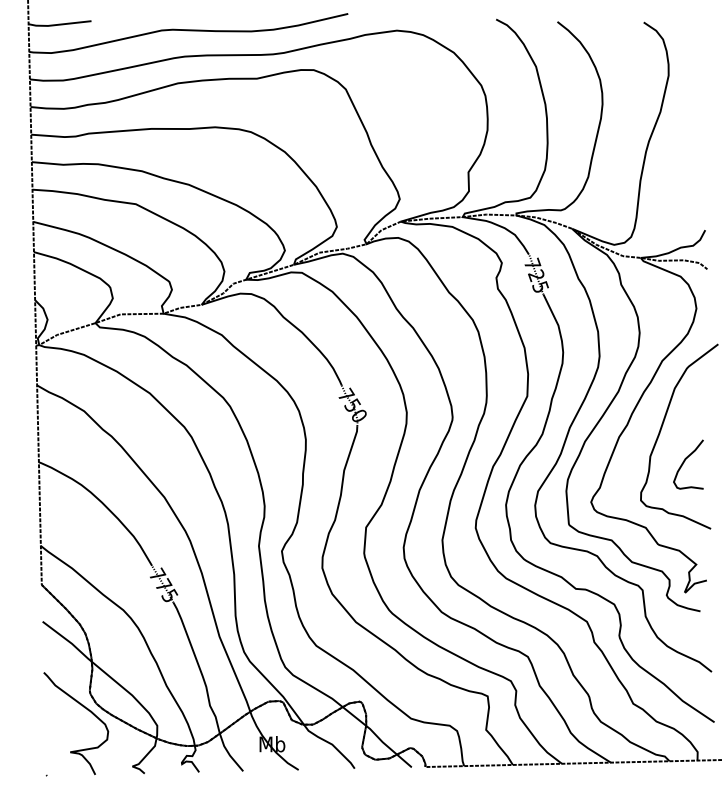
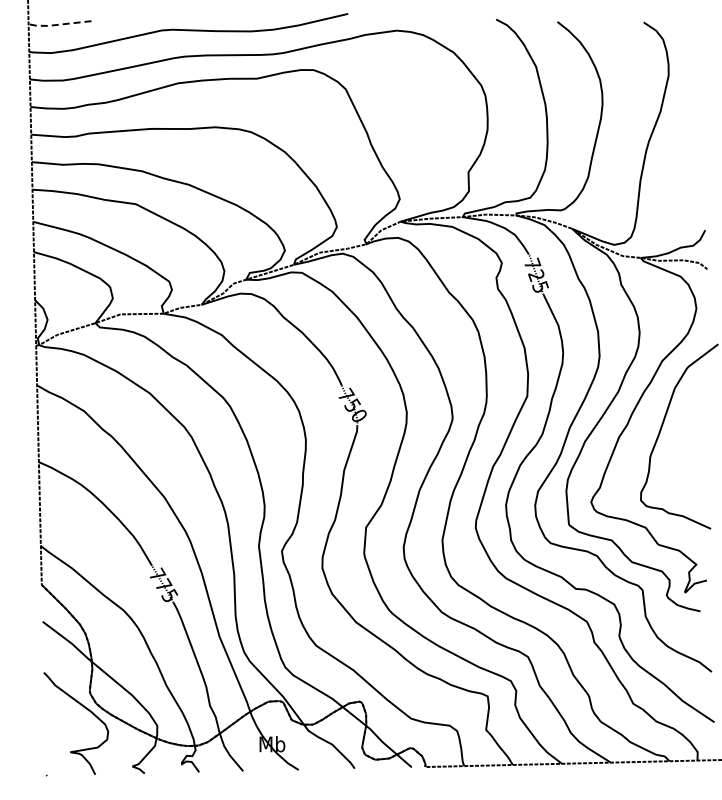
line at (58, 24): solid -> dashed
curve at (685, 461): present -> none
